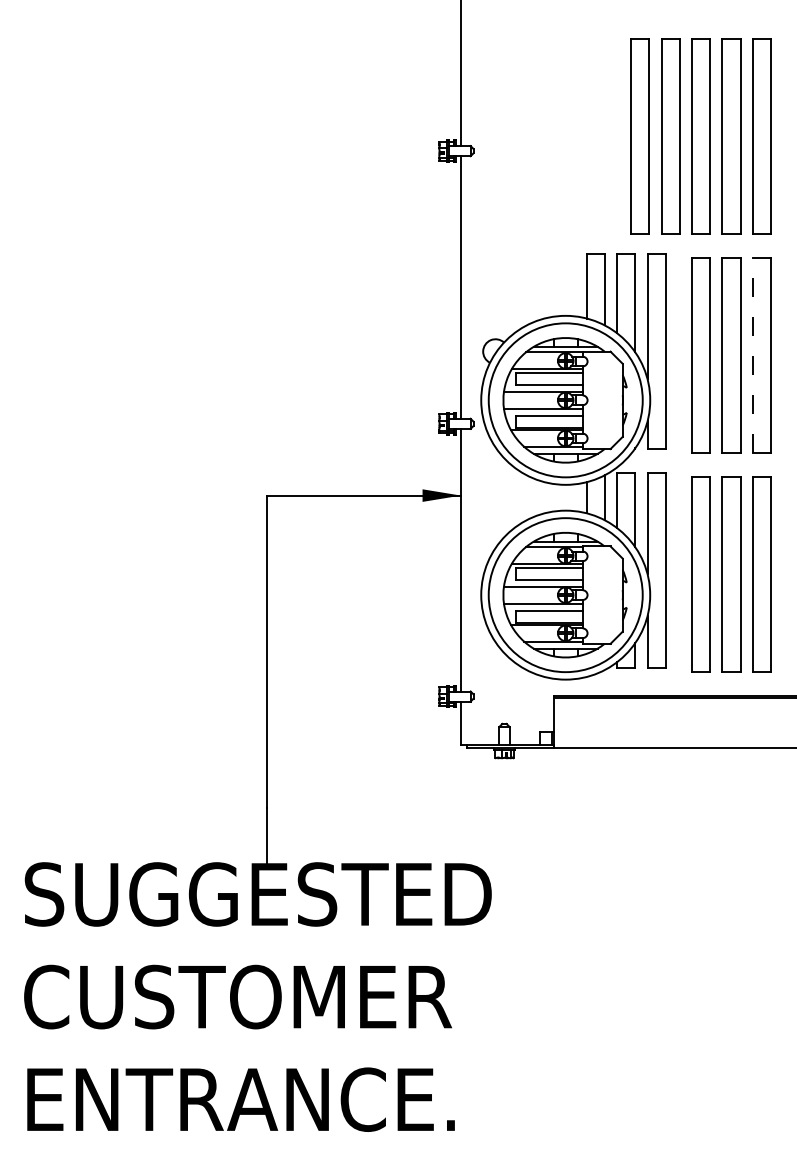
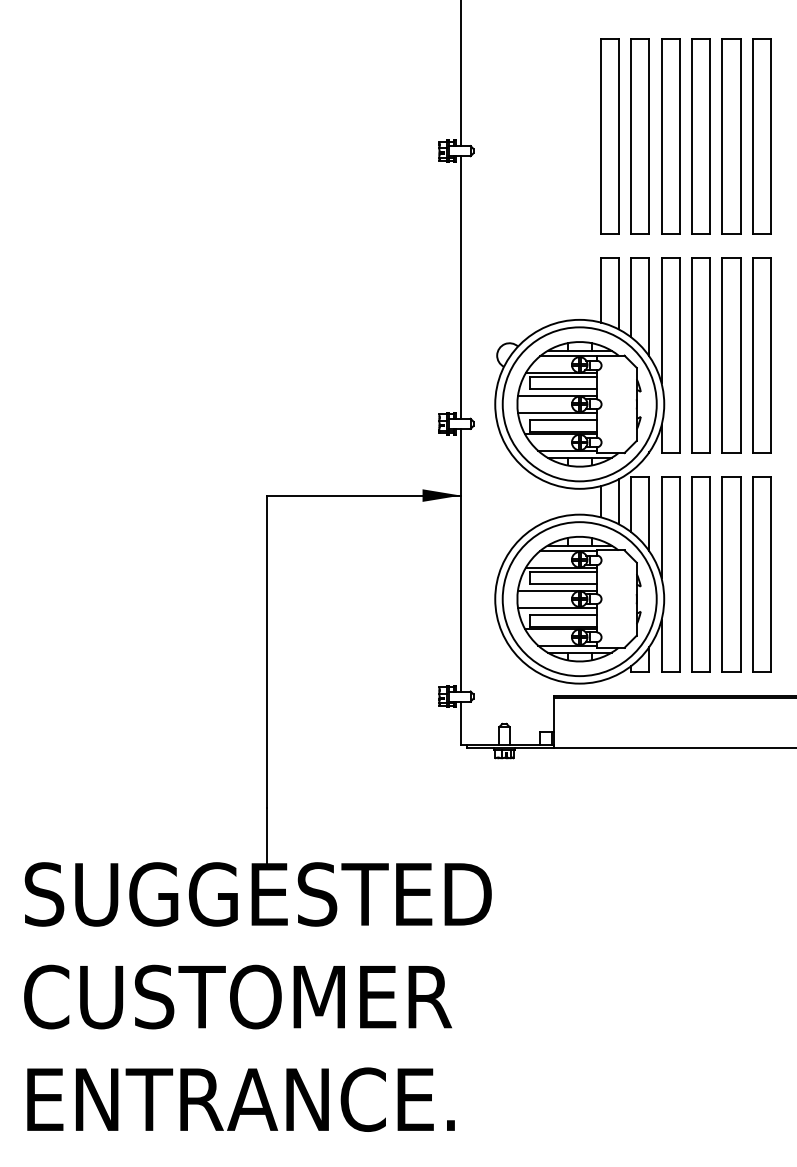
part at (609, 136): none -> present
line at (752, 355): dashed -> solid
part at (573, 466) position: (573, 466) -> (587, 470)
